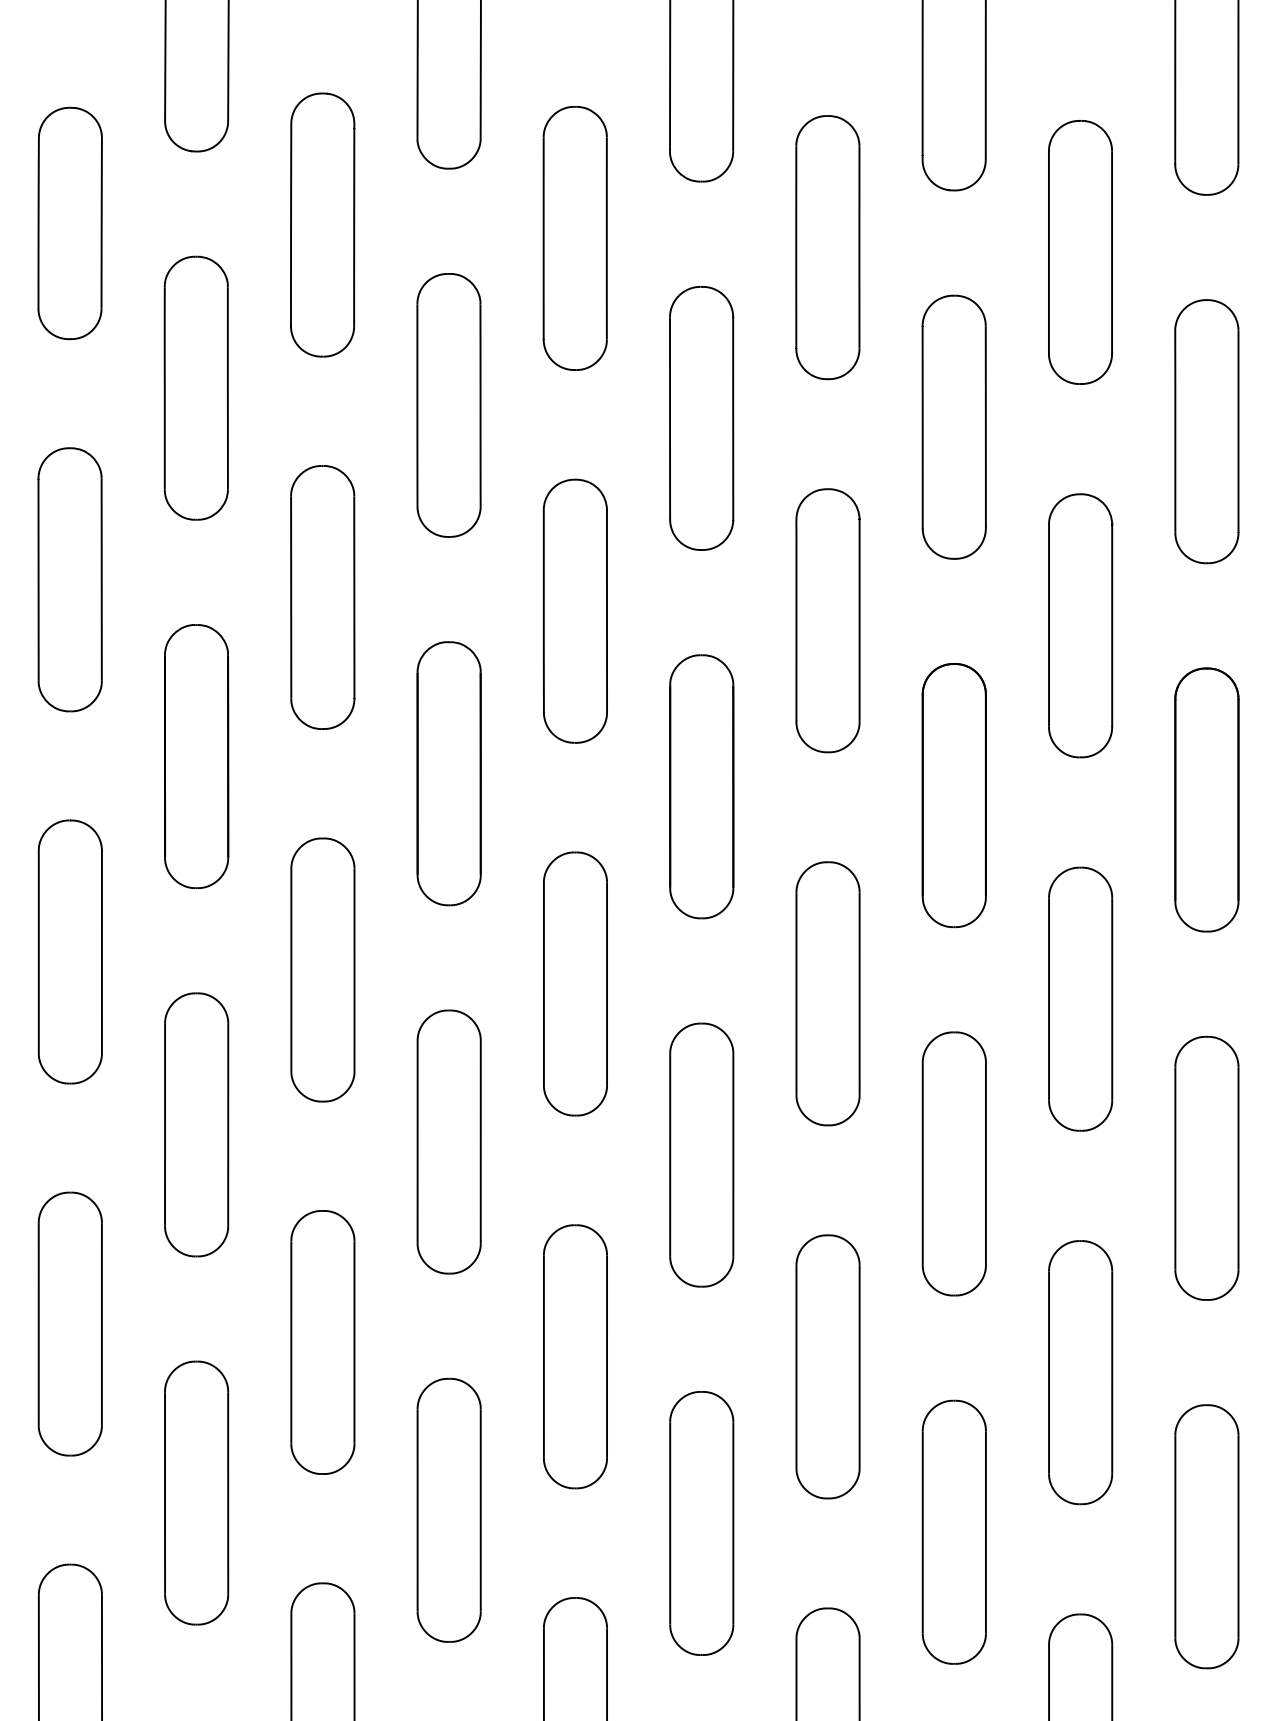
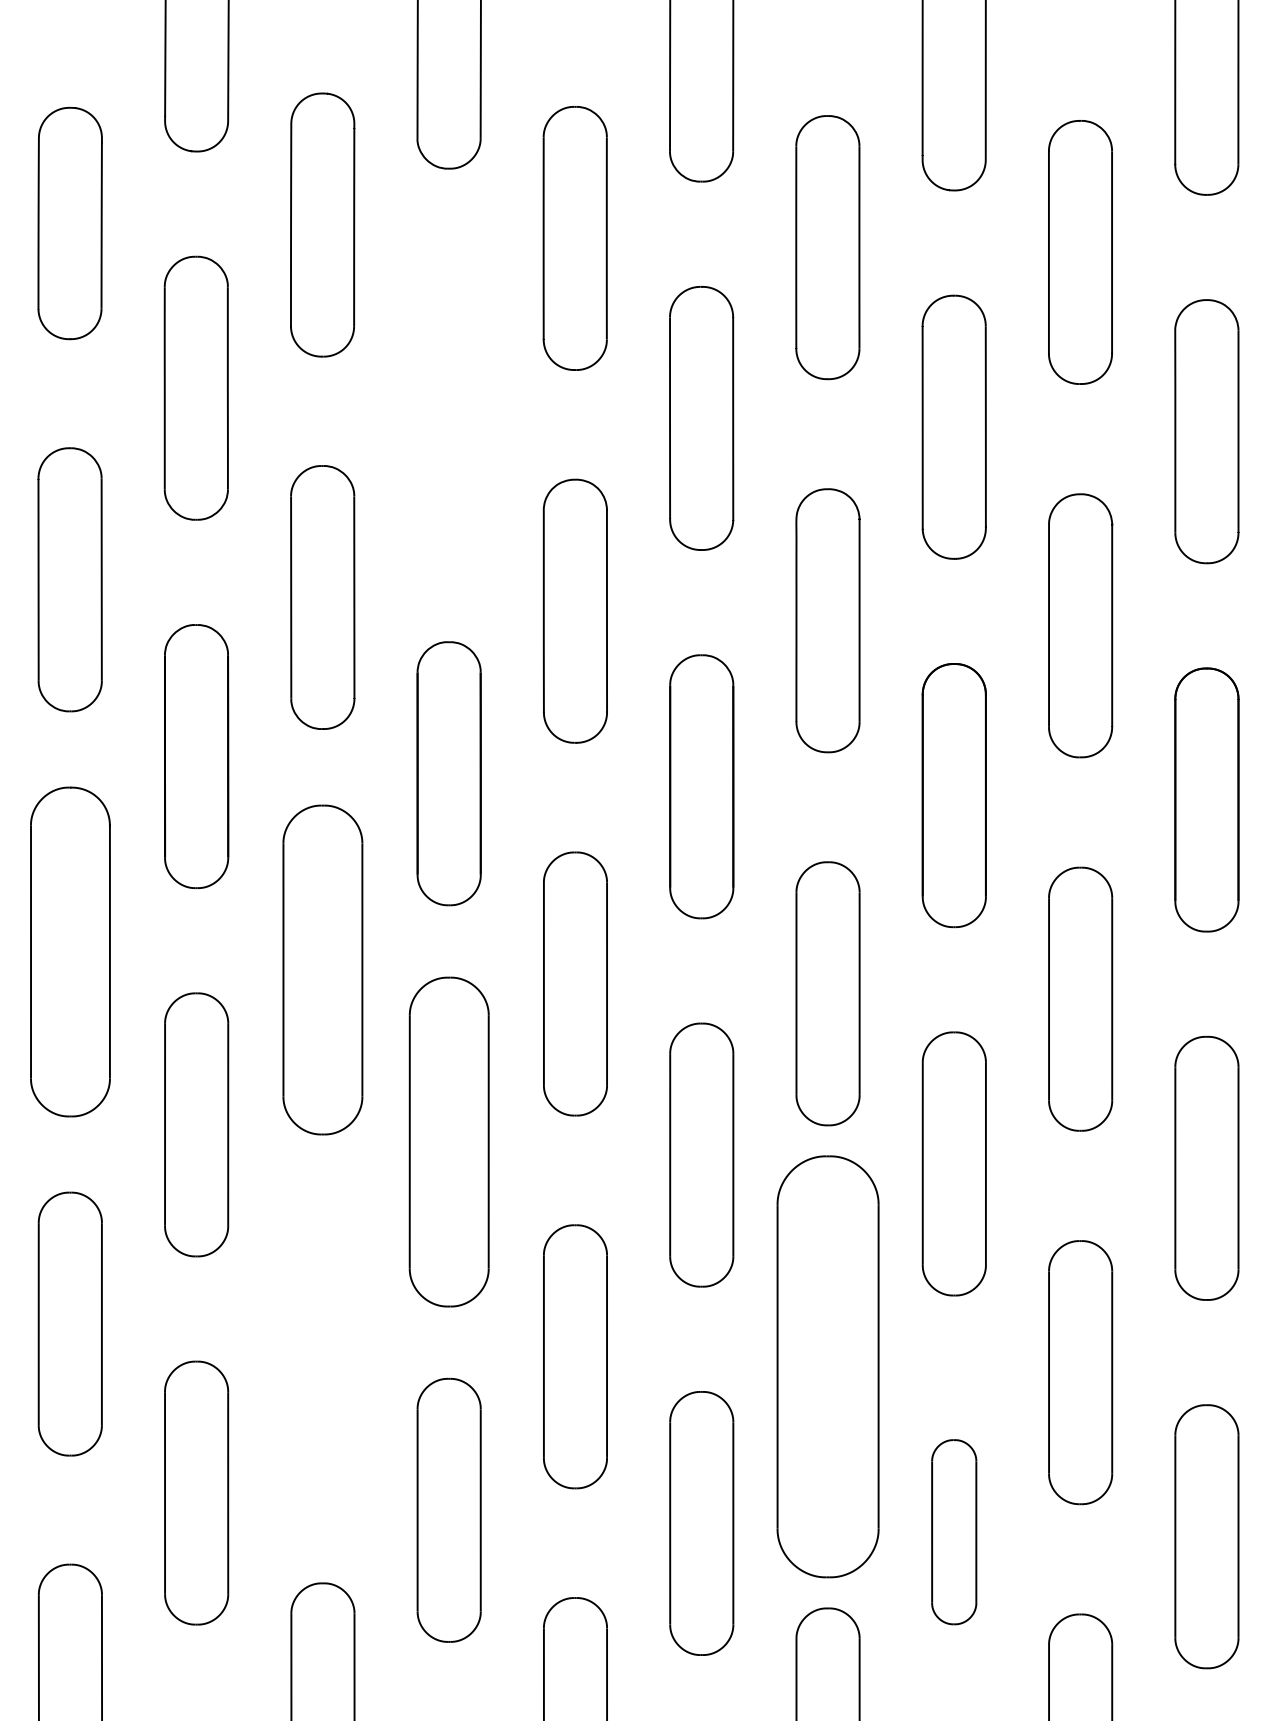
part at (448, 405): present -> none
part at (69, 951) size: 66x266 px -> 81x332 px
part at (322, 969) size: 66x266 px -> 82x332 px
part at (448, 1141) size: 66x266 px -> 82x332 px
part at (322, 1342): present -> none
part at (827, 1366) size: 66x266 px -> 104x424 px
part at (953, 1531) size: 66x266 px -> 47x187 px
